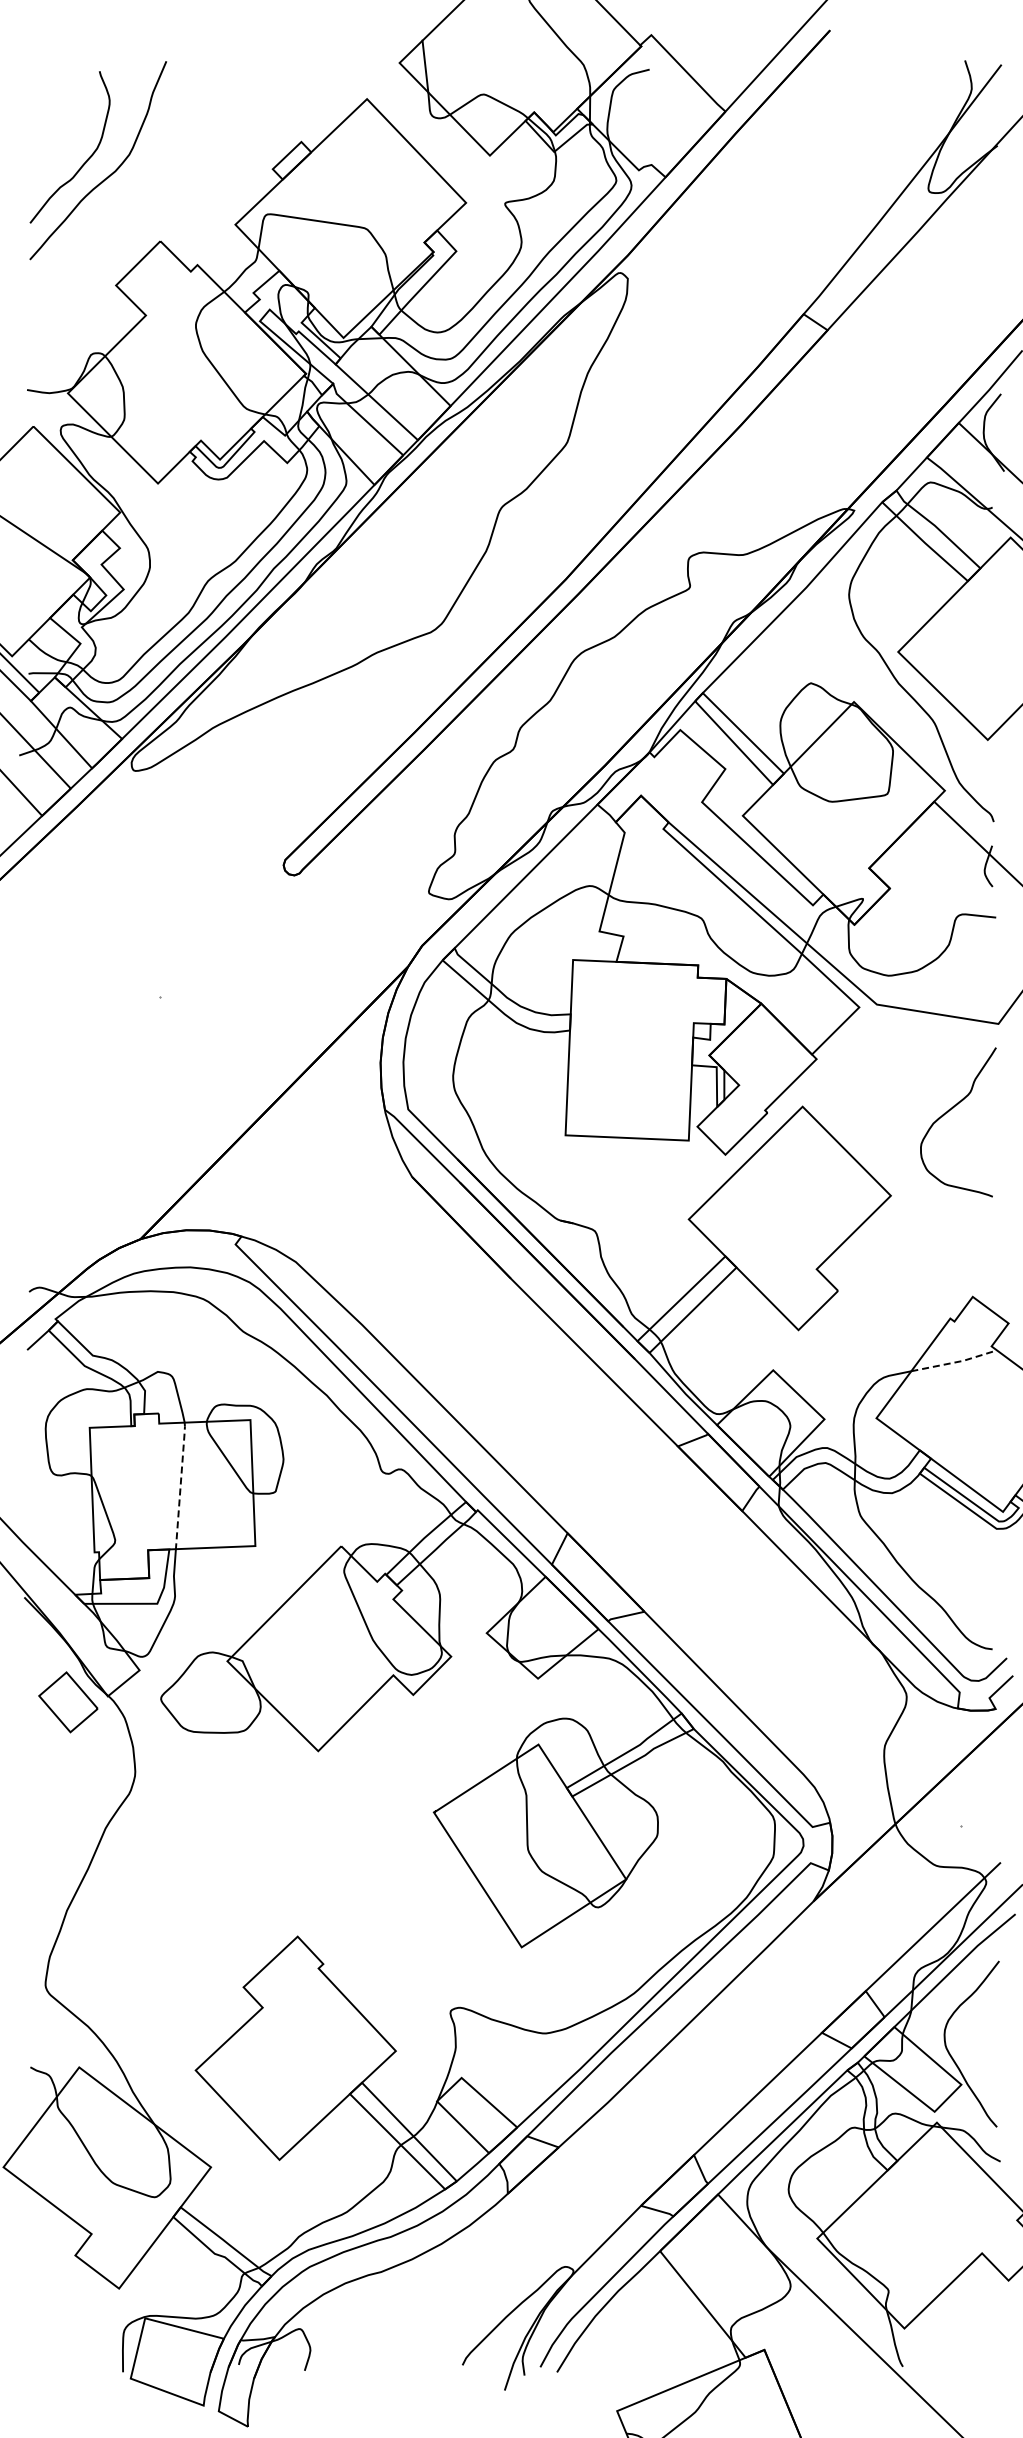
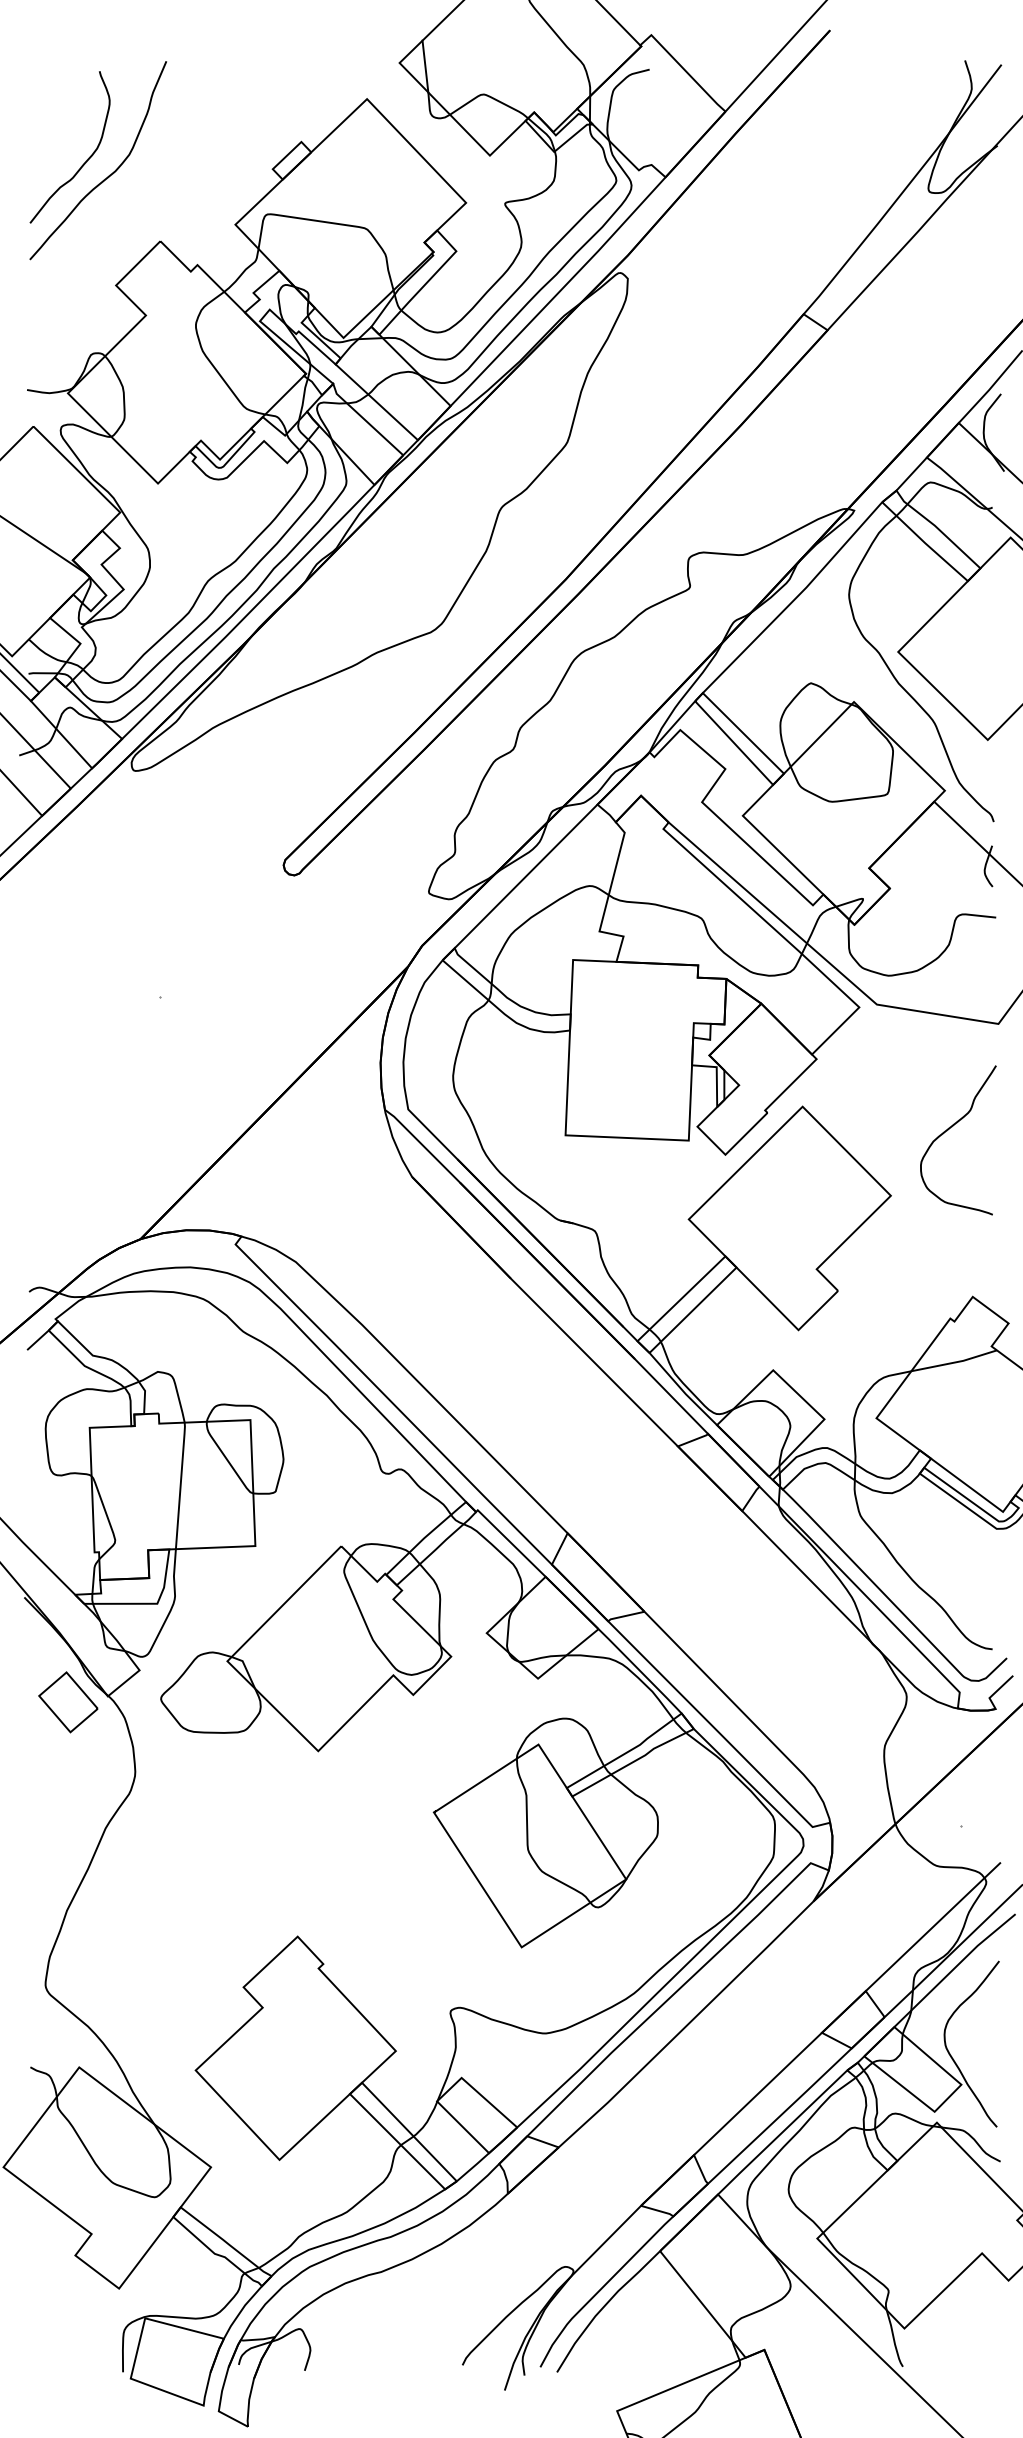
curve at (948, 1112) position: (948, 1112) -> (948, 1130)
line at (955, 1362): dashed -> solid
line at (180, 1484): dashed -> solid
